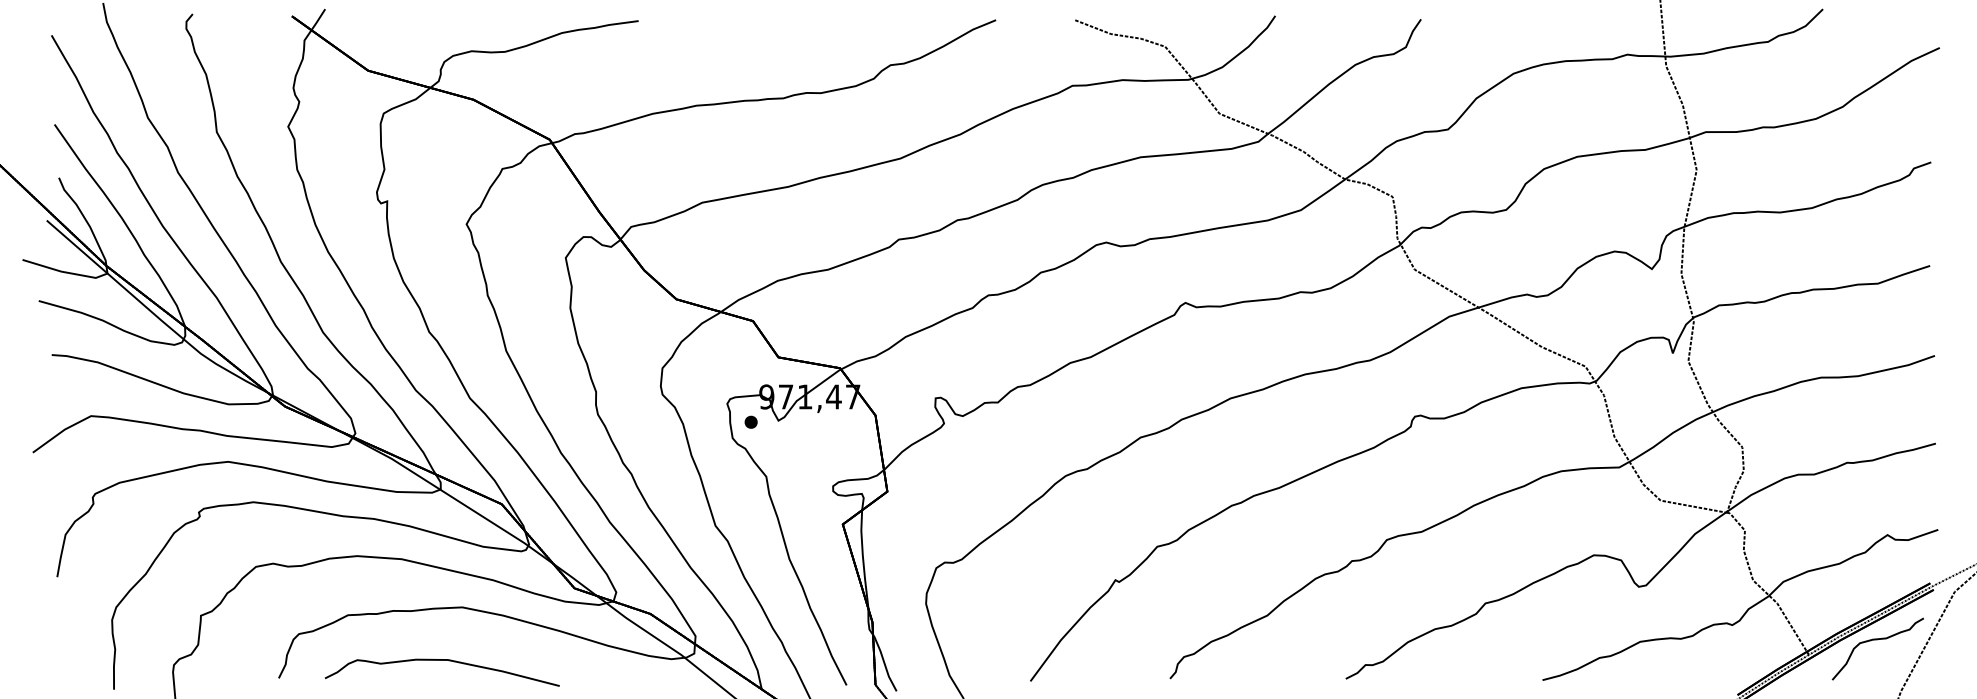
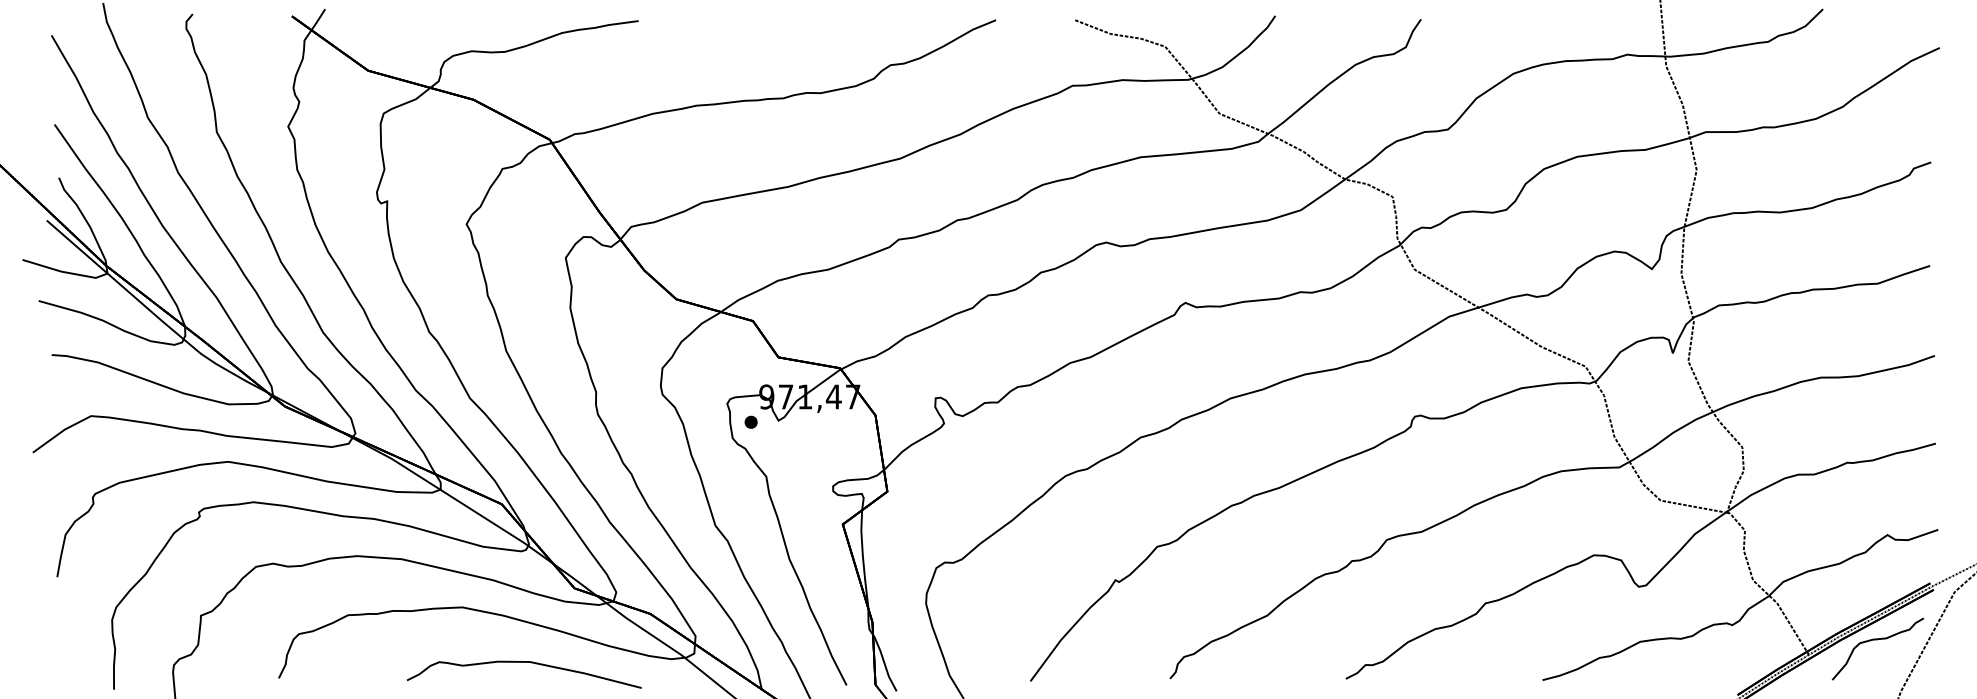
curve at (441, 660) position: (441, 660) -> (523, 662)
